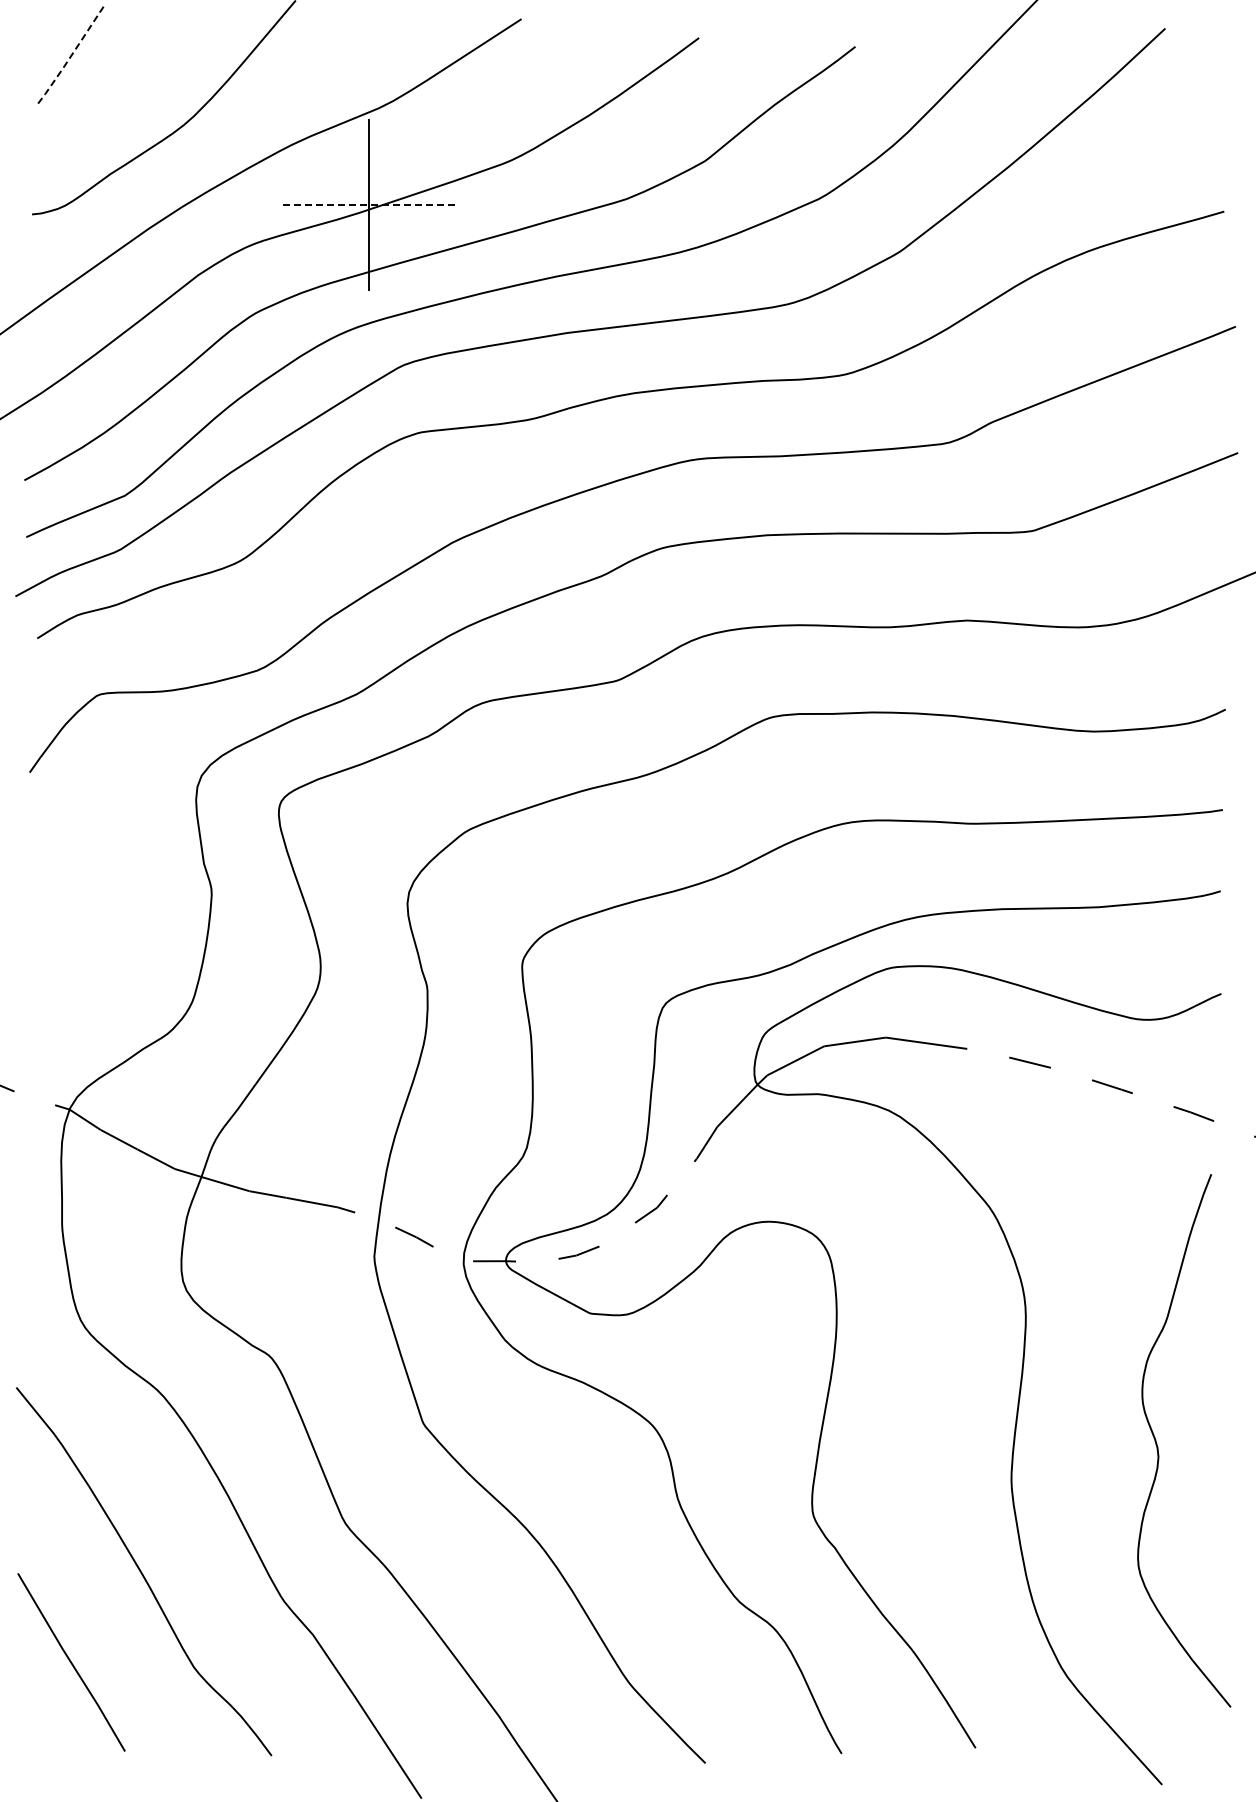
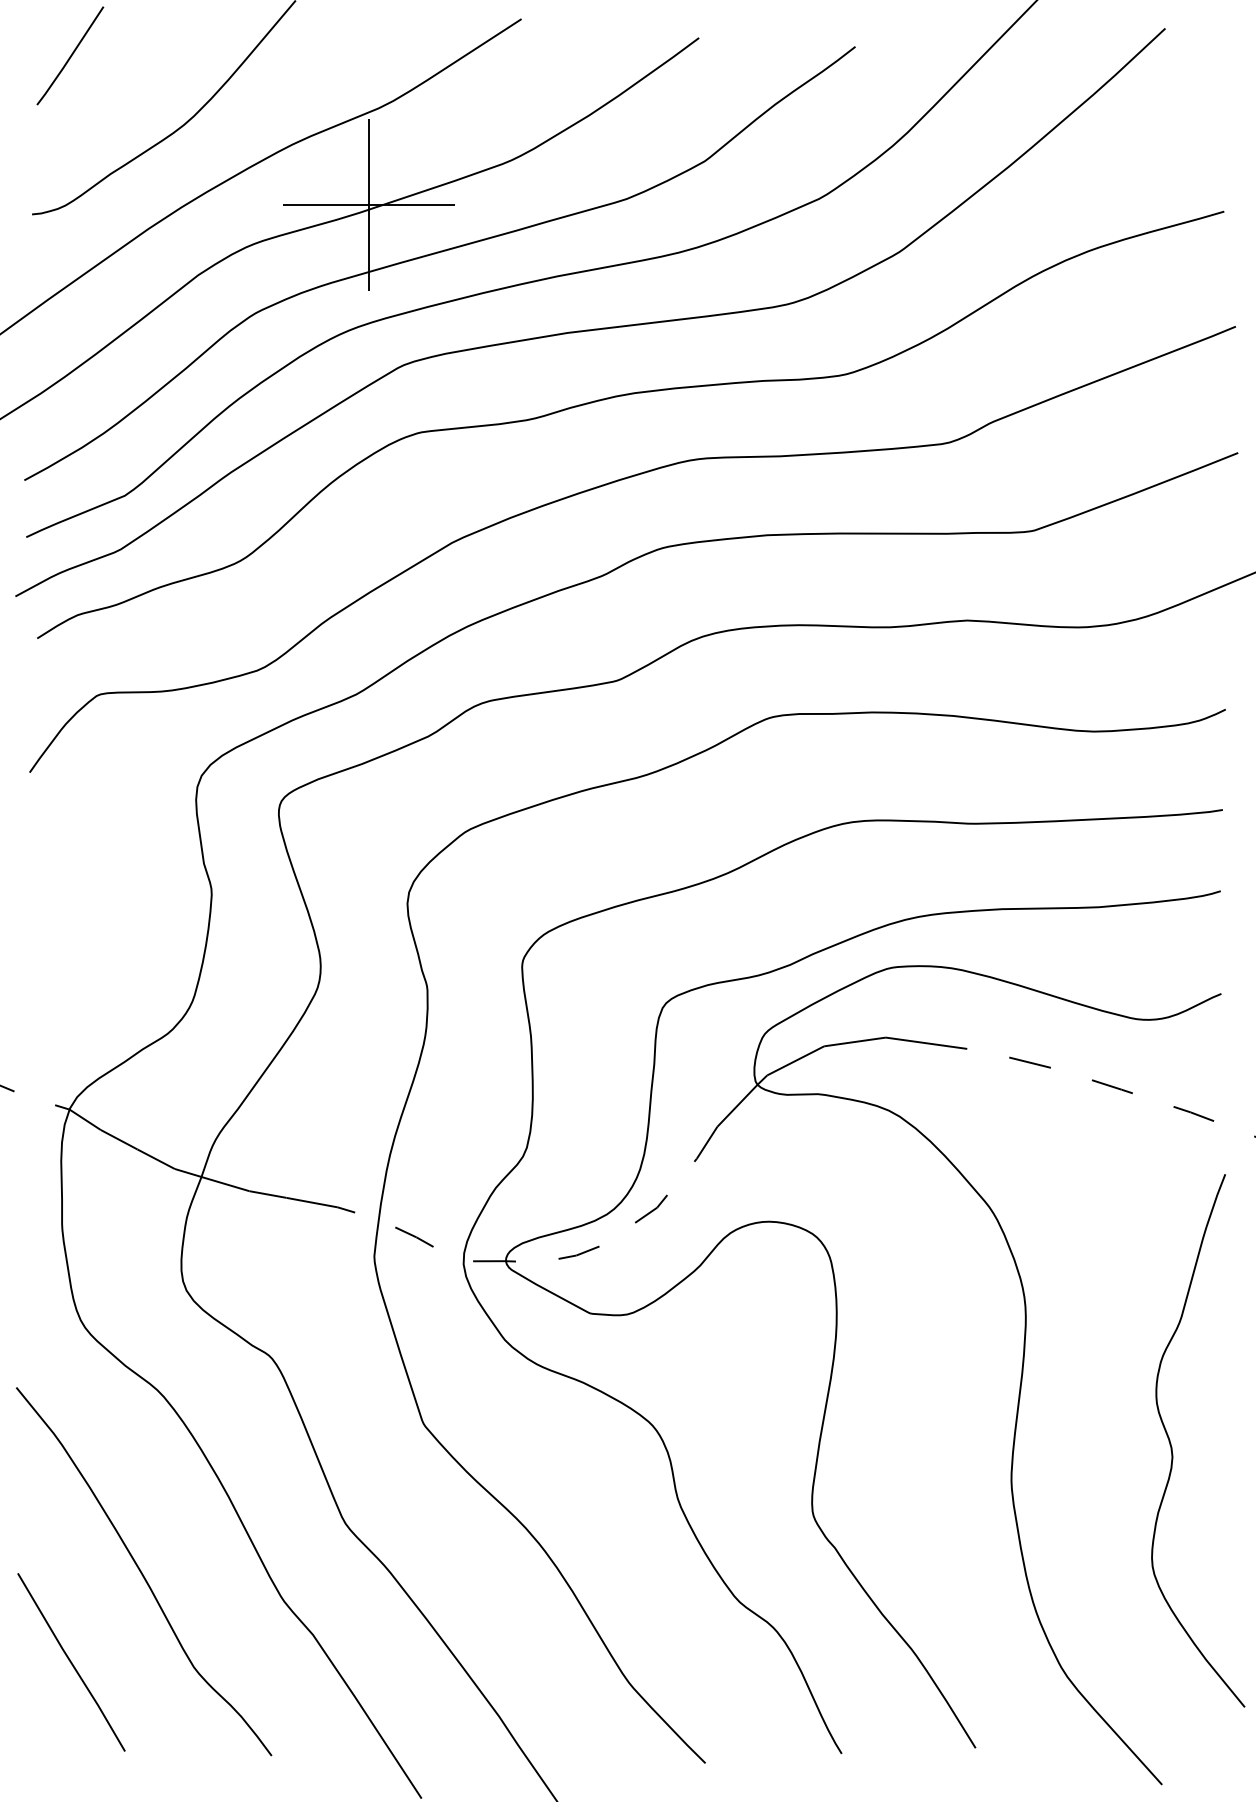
line at (70, 57): dashed -> solid
line at (368, 204): dashed -> solid
curve at (1158, 1447) position: (1158, 1447) -> (1172, 1447)
